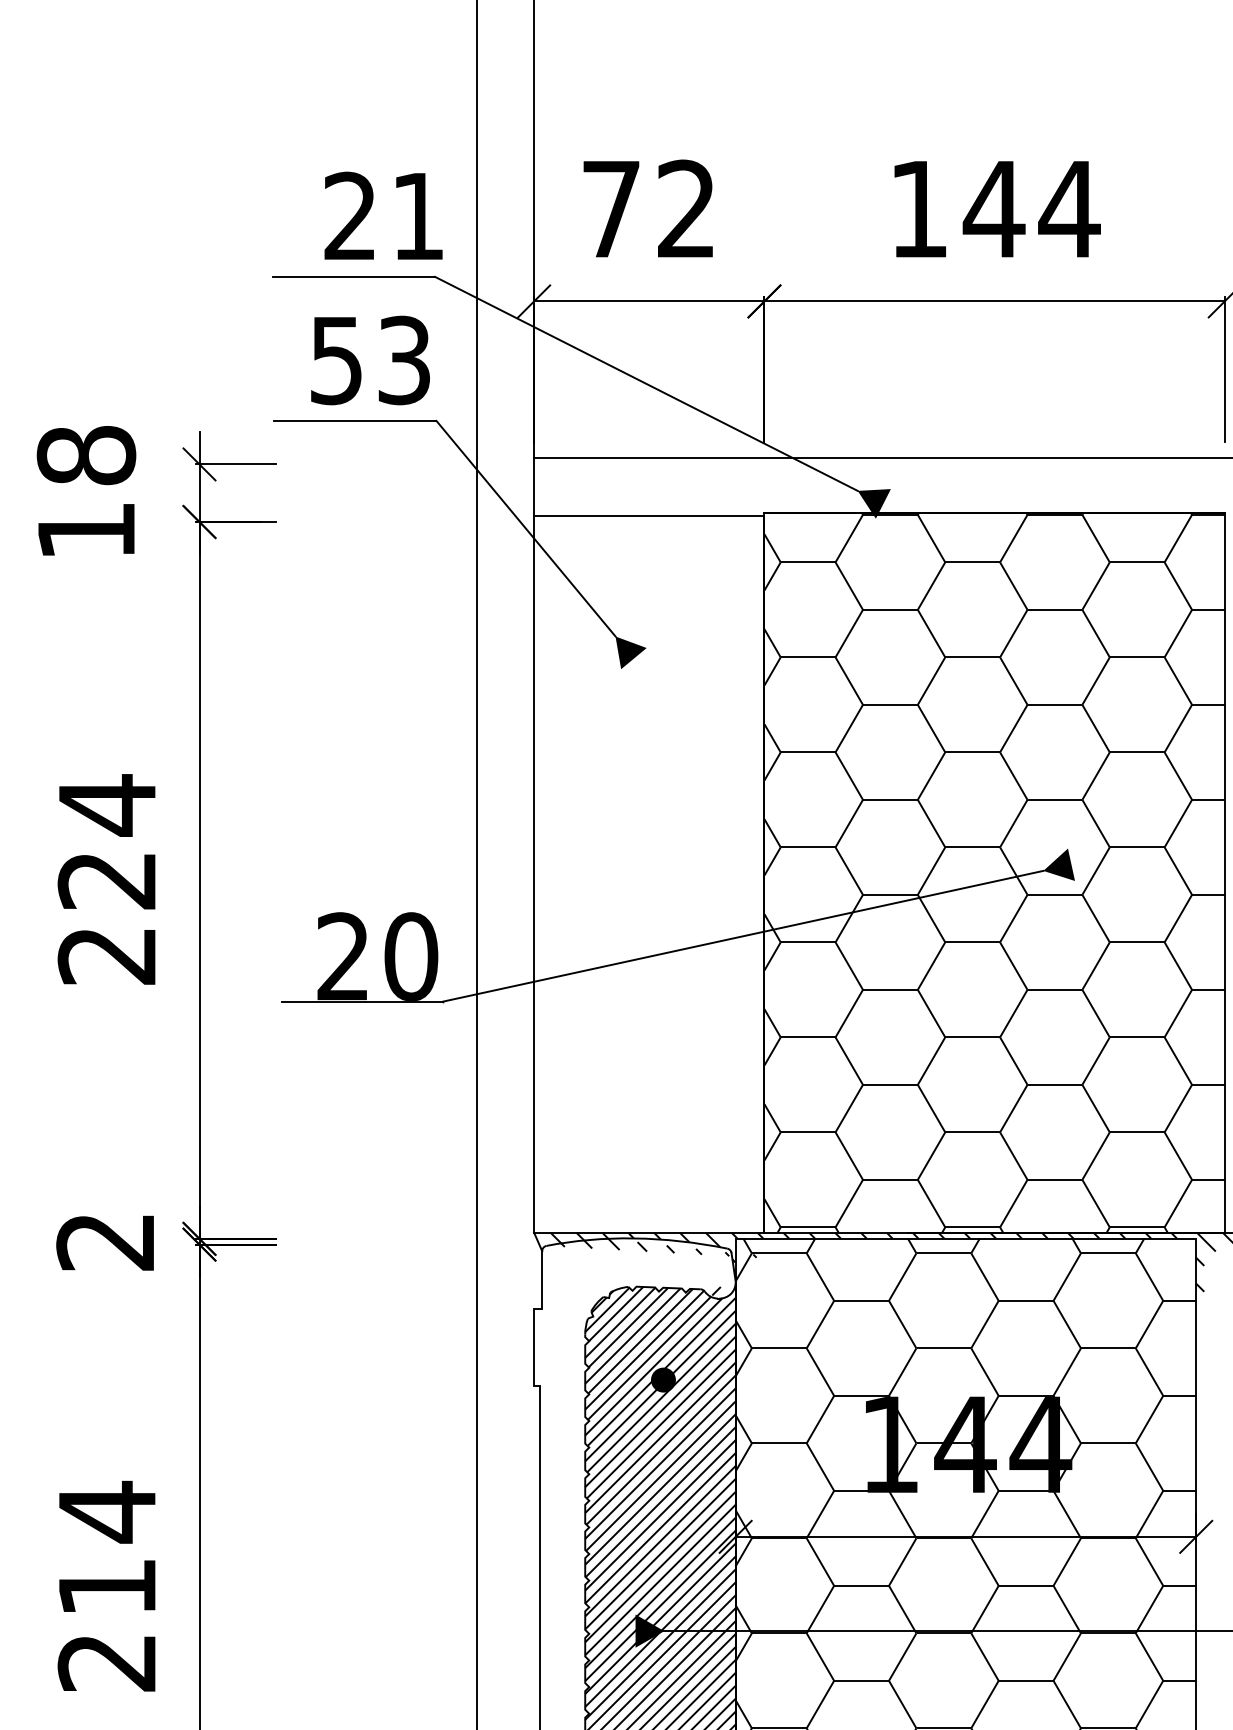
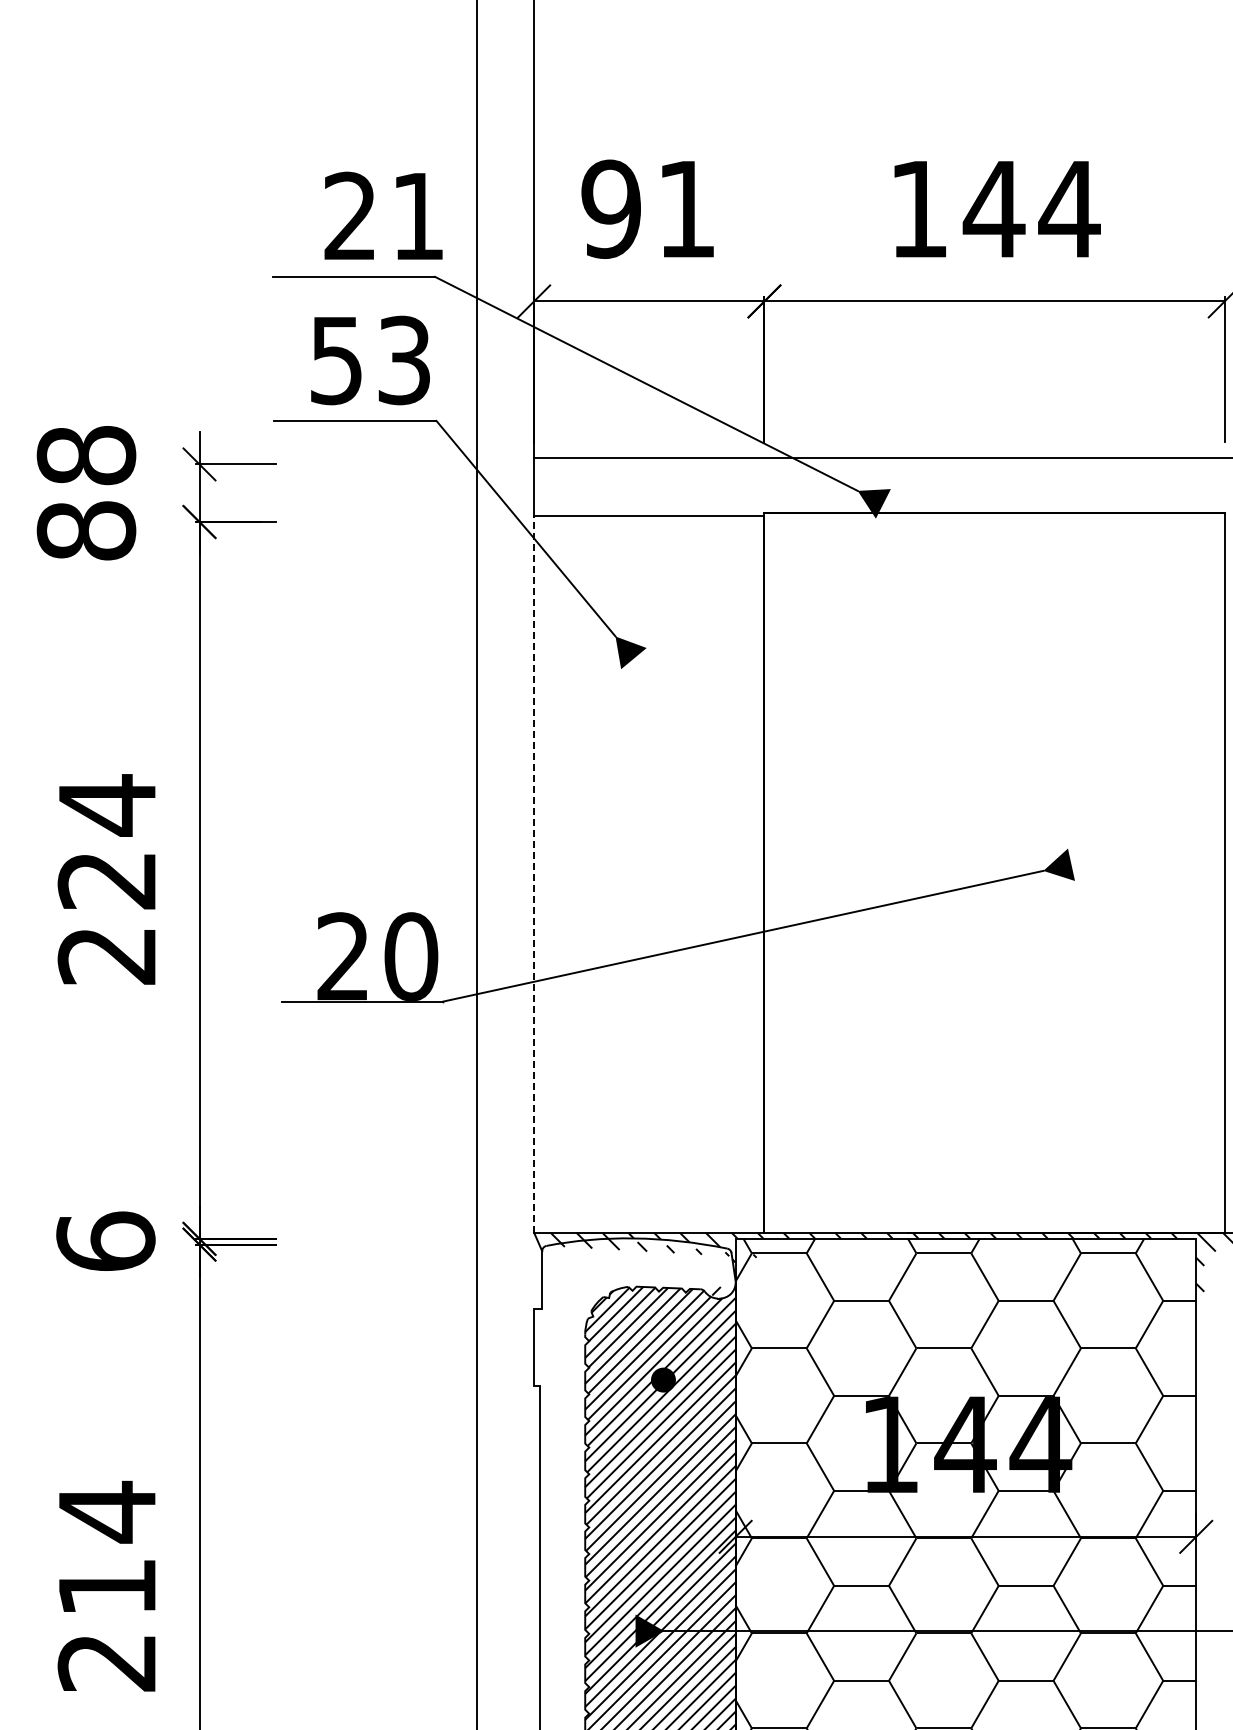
text at (647, 208): 72 -> 91
text at (86, 530): 18 -> 88
hatch at (994, 872): present -> none
line at (534, 873): solid -> dashed
text at (105, 1240): 2 -> 6
